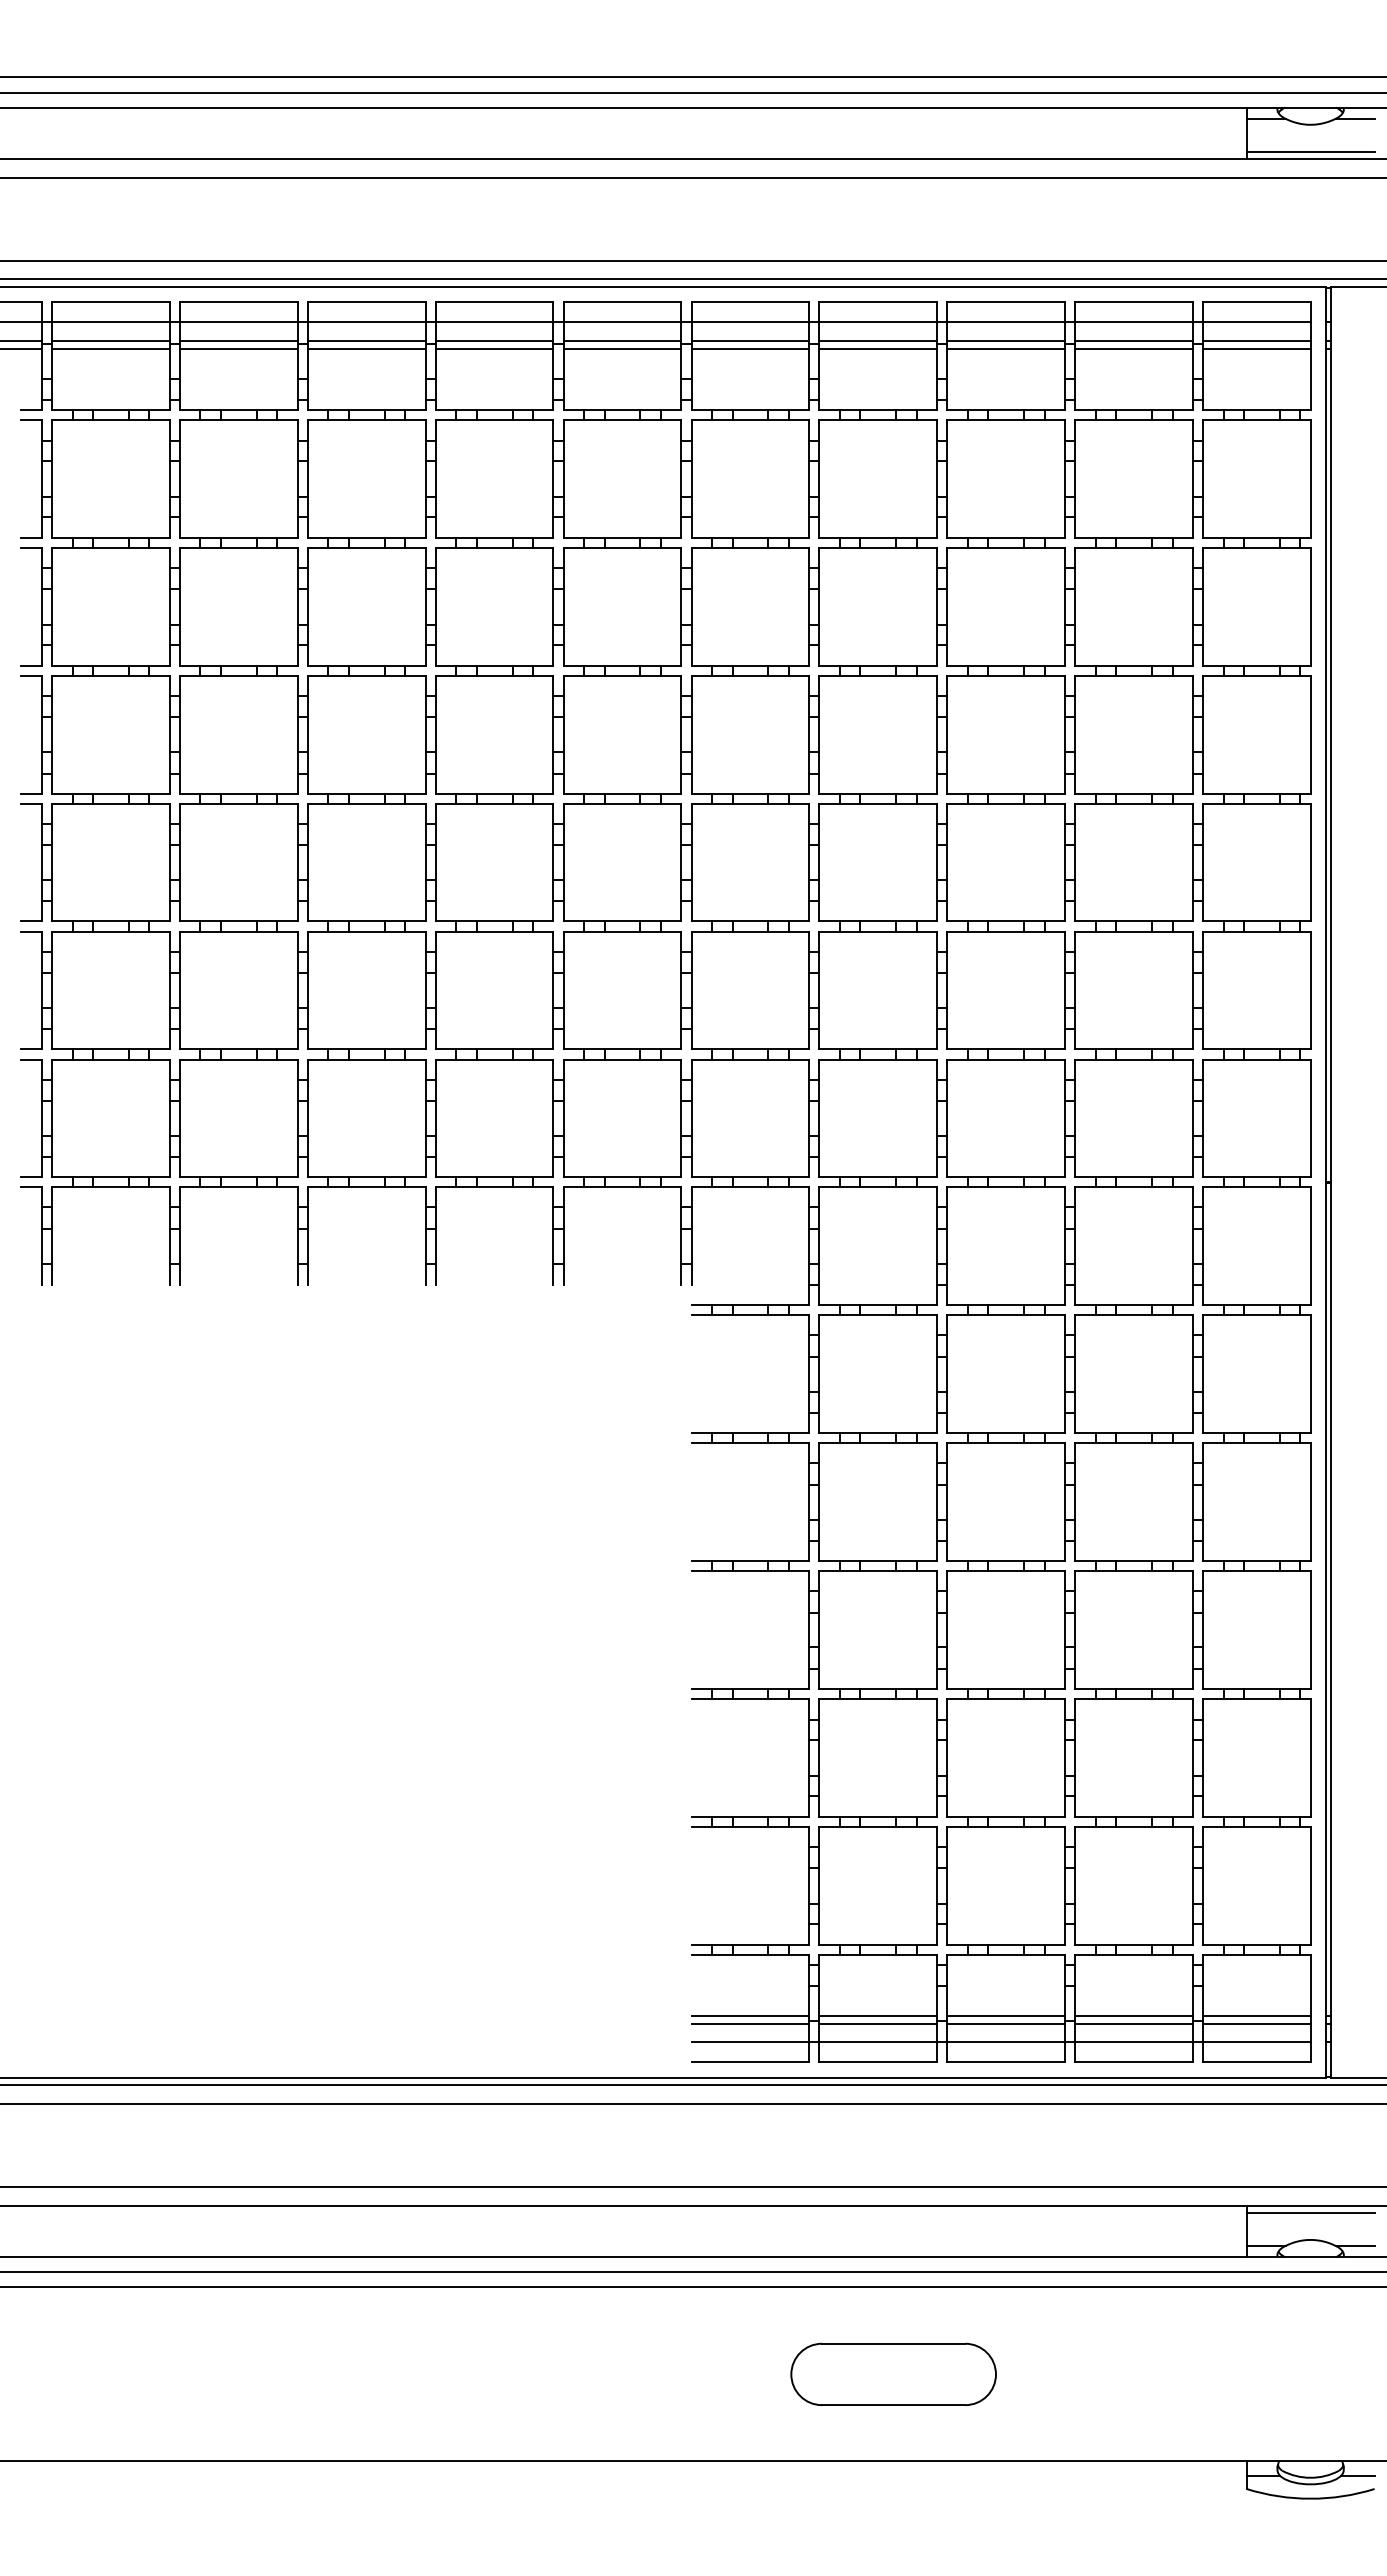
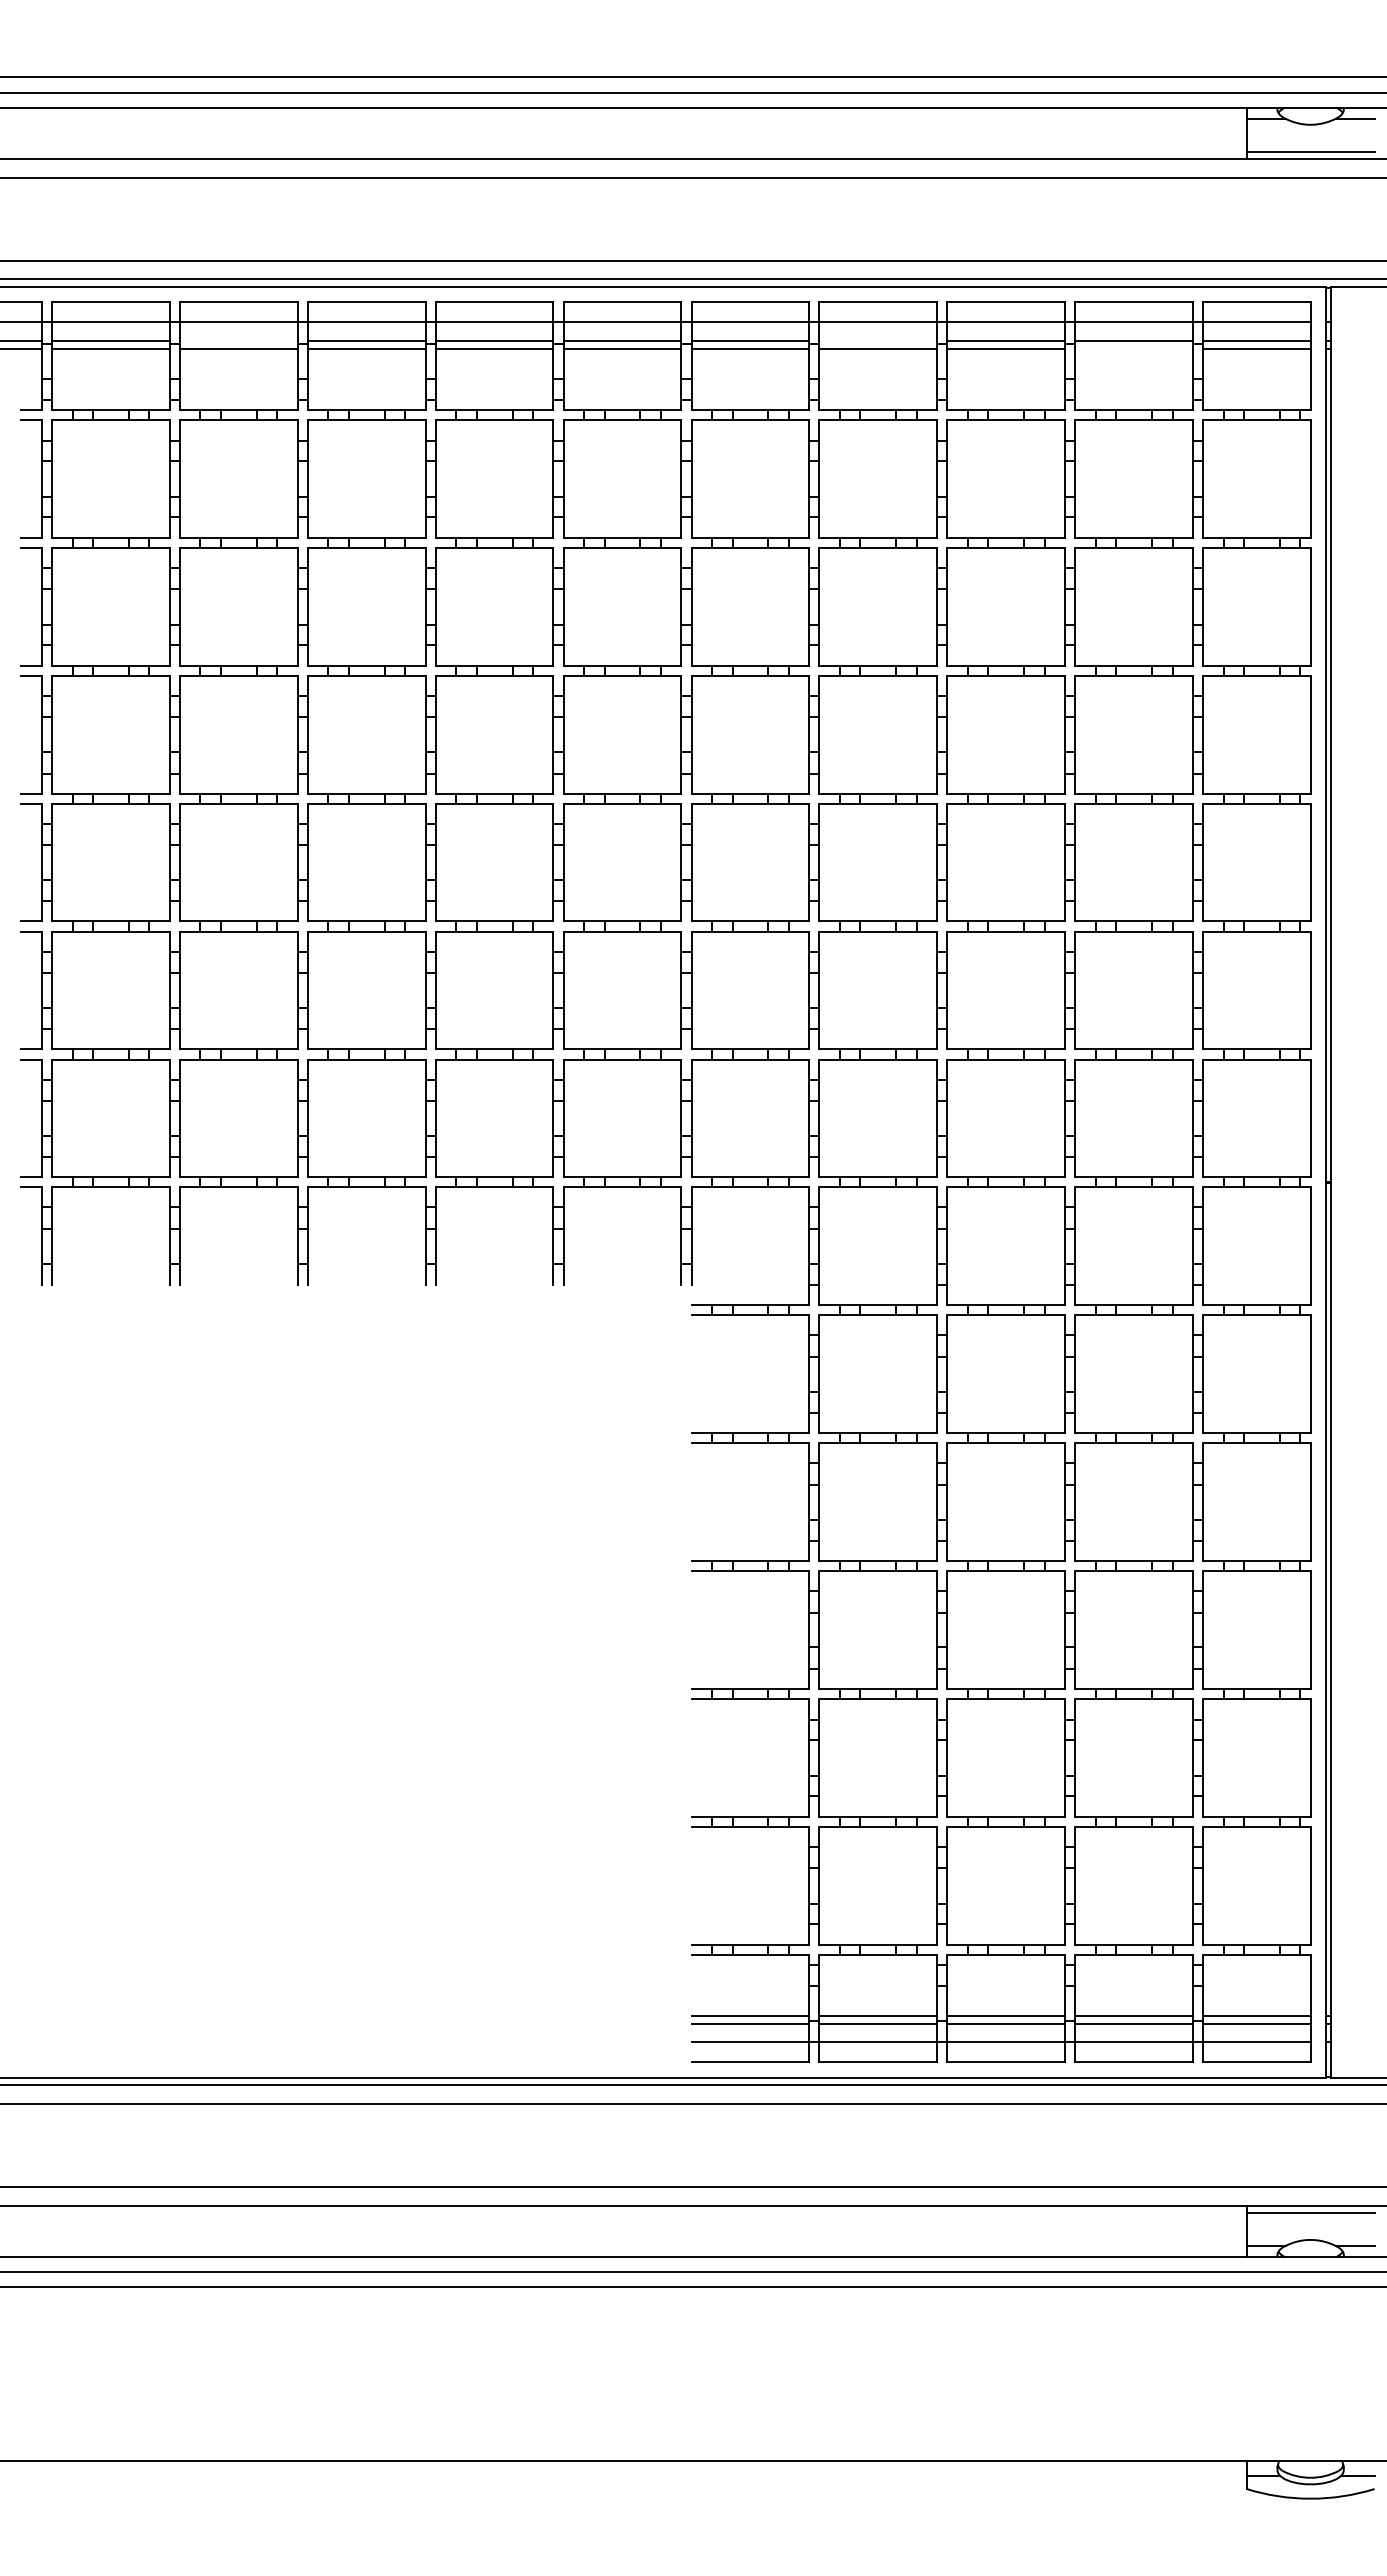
line at (238, 340): present -> none
line at (878, 340): present -> none
line at (1133, 348): present -> none
part at (893, 2373): present -> none
